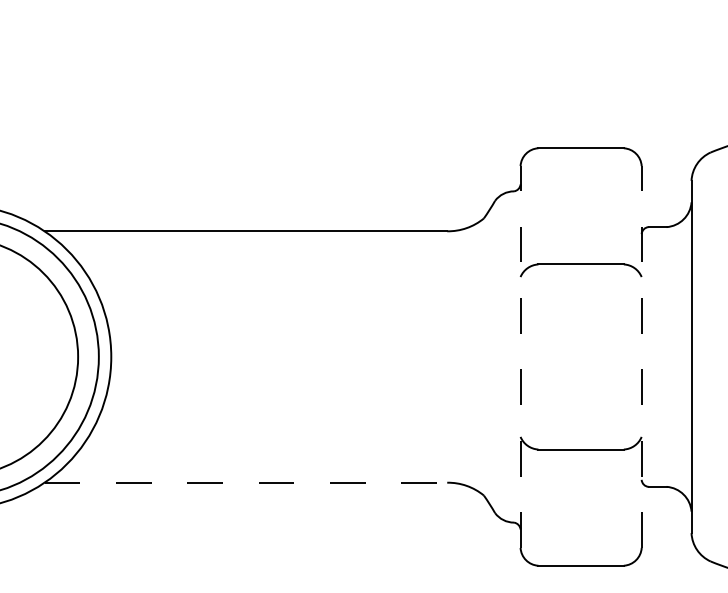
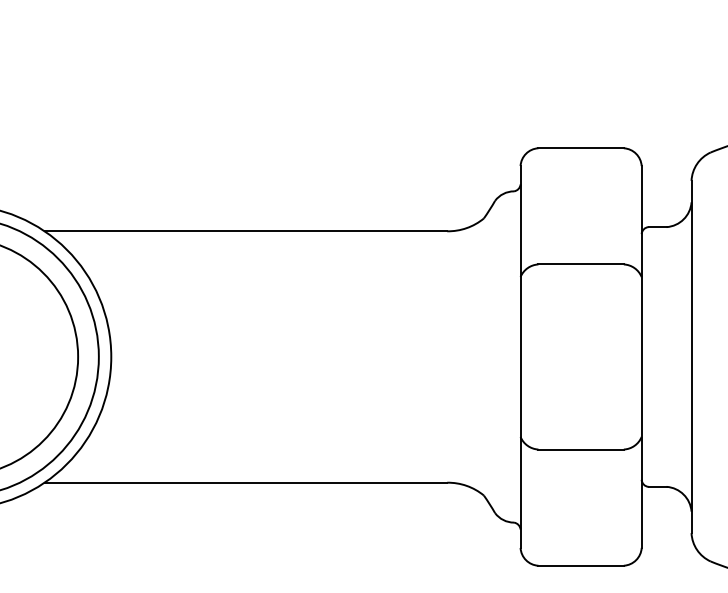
line at (520, 356): dashed -> solid
line at (641, 356): dashed -> solid
line at (246, 482): dashed -> solid
